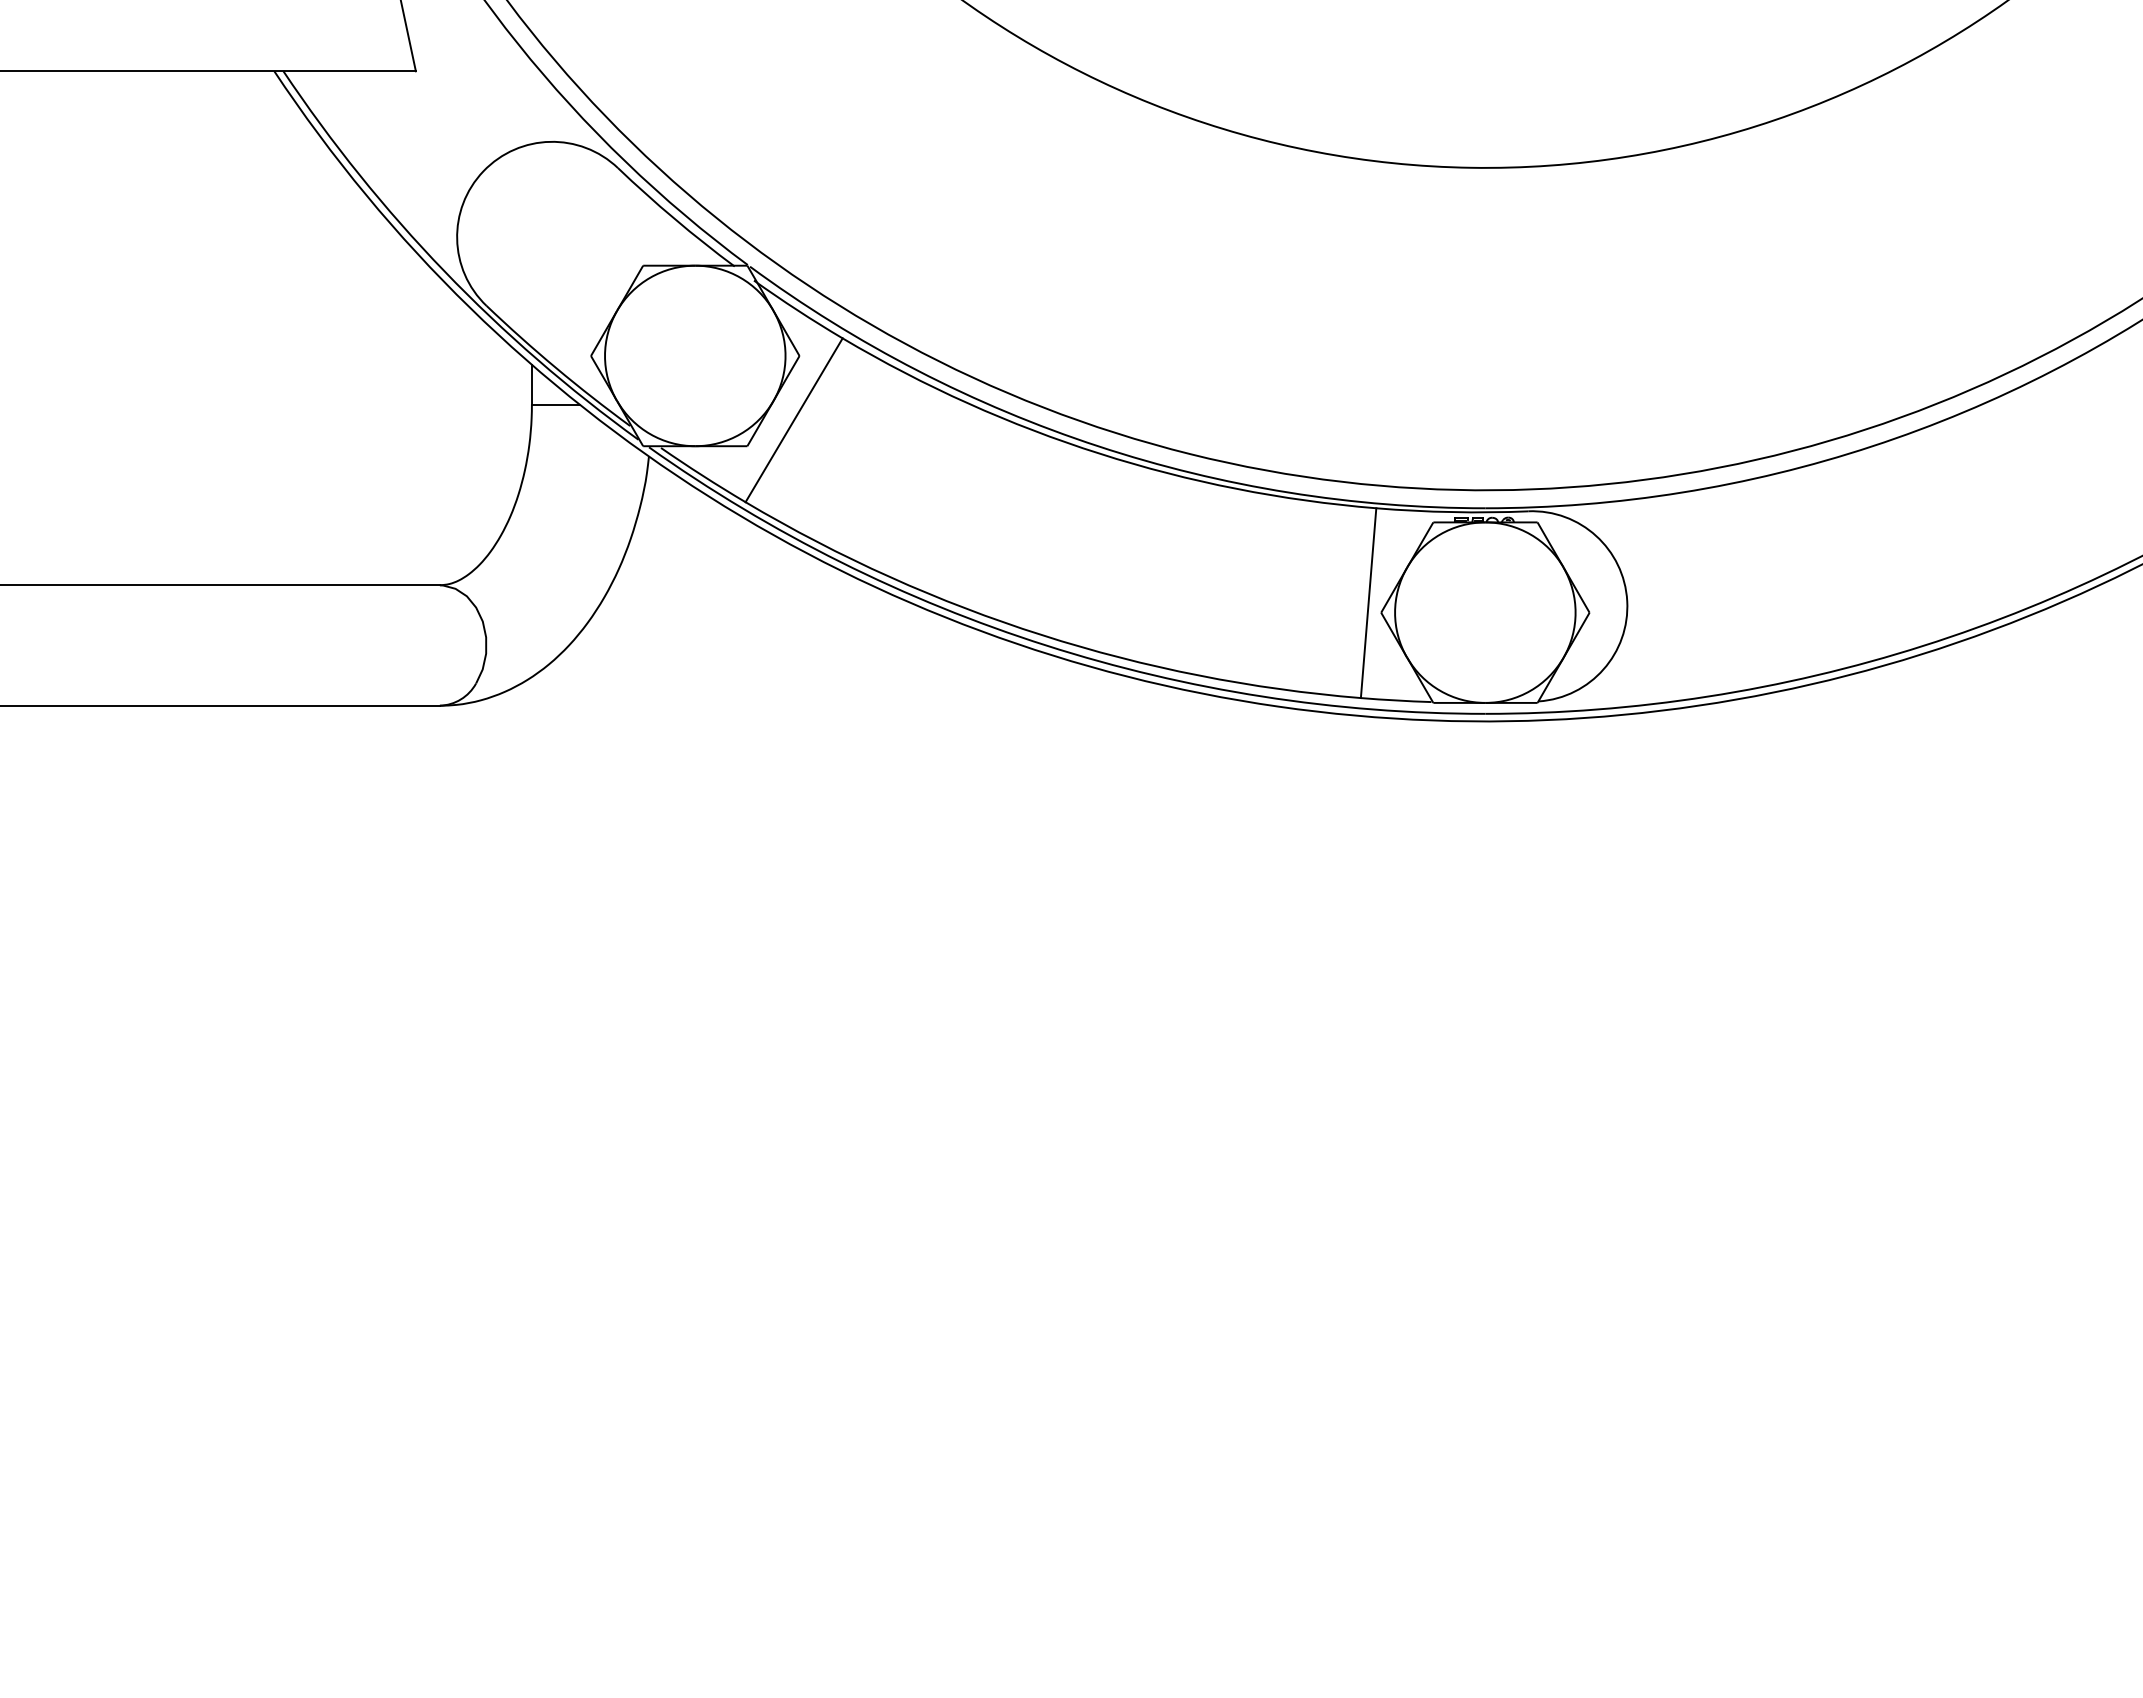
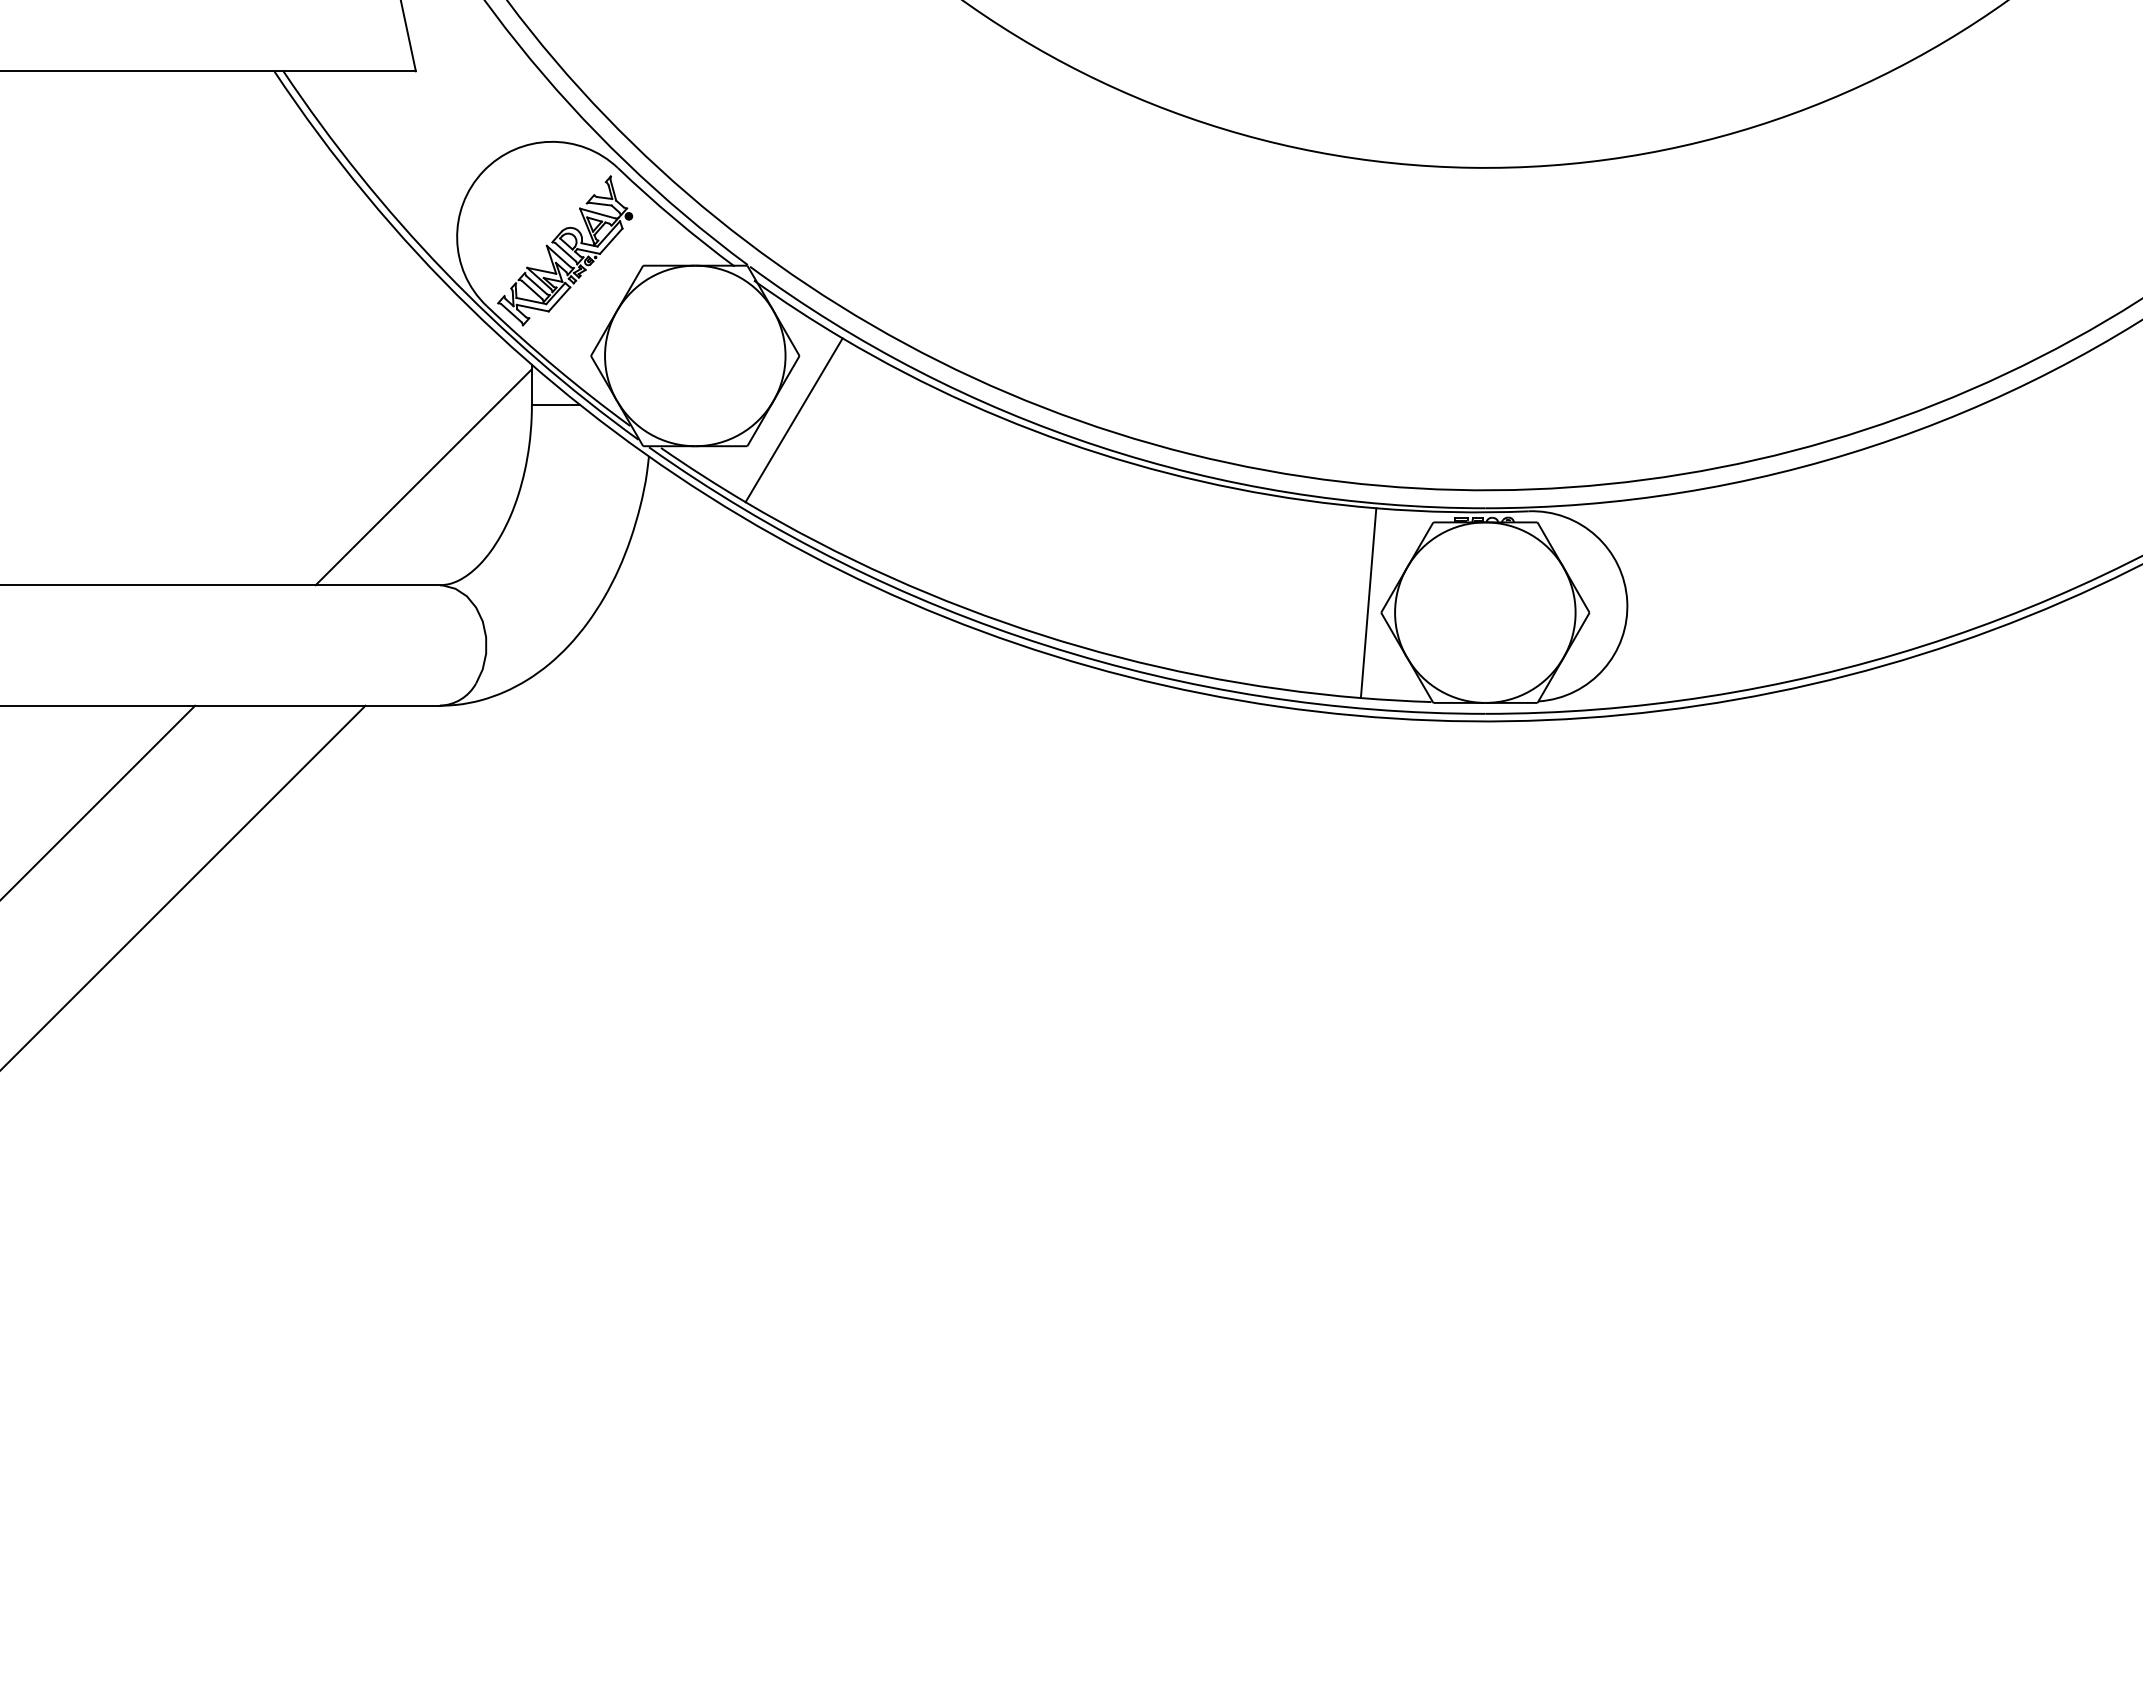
part at (565, 250): none -> present
line at (423, 477): none -> present
line at (98, 801): none -> present
line at (183, 886): none -> present
